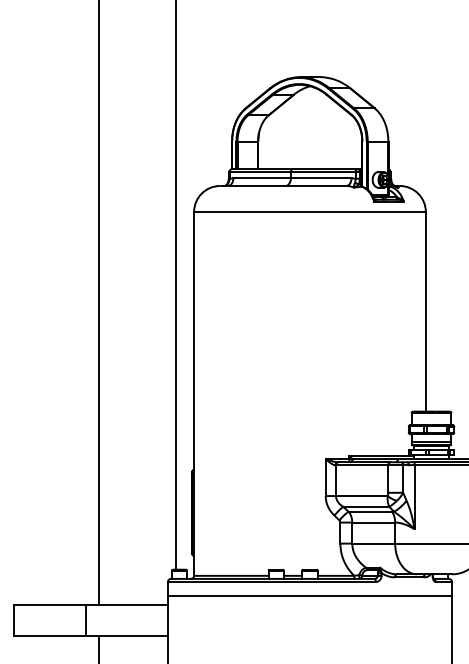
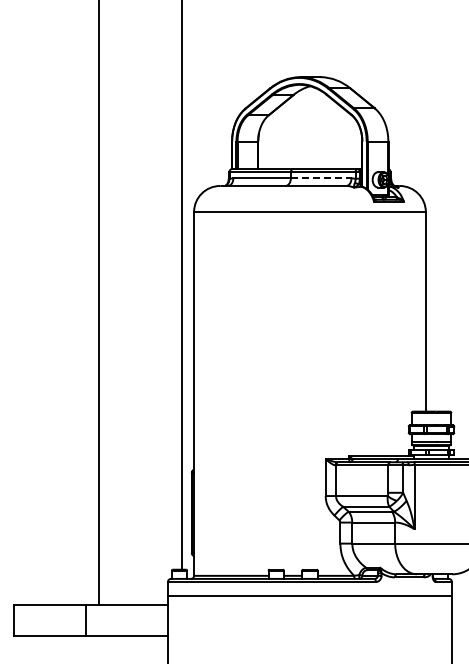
line at (321, 178): solid -> dashed
line at (175, 285) position: (175, 285) -> (181, 285)
line at (99, 647): present -> none
